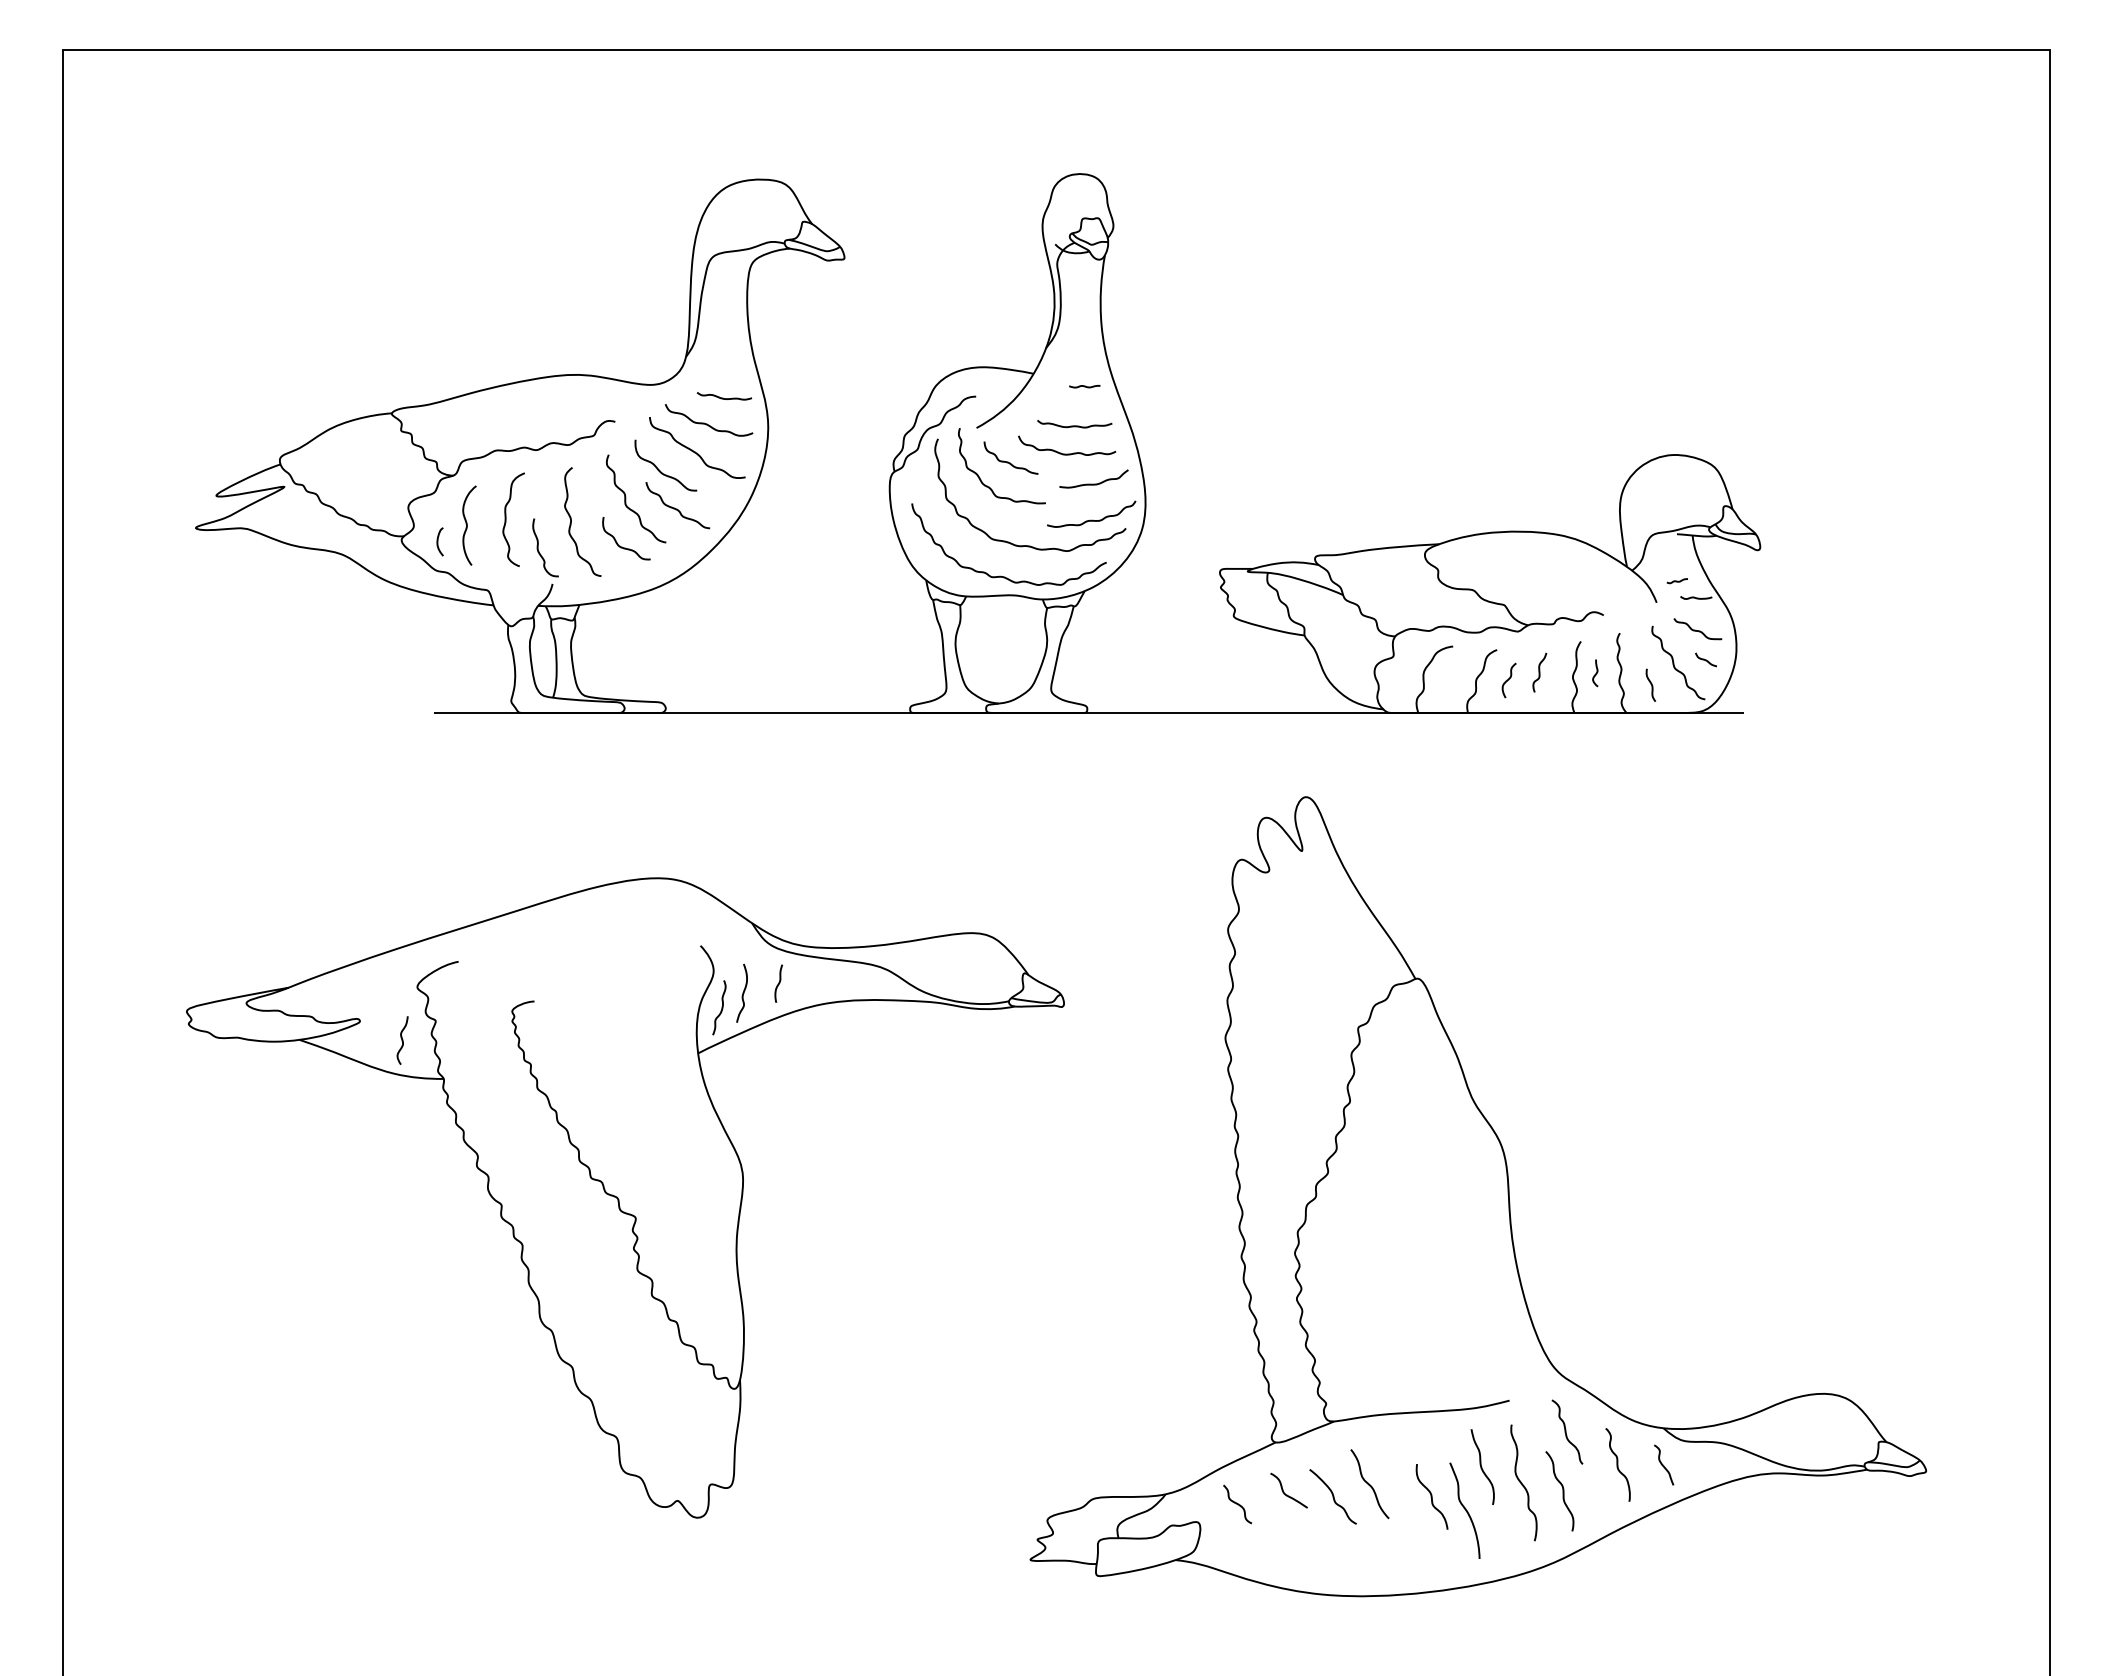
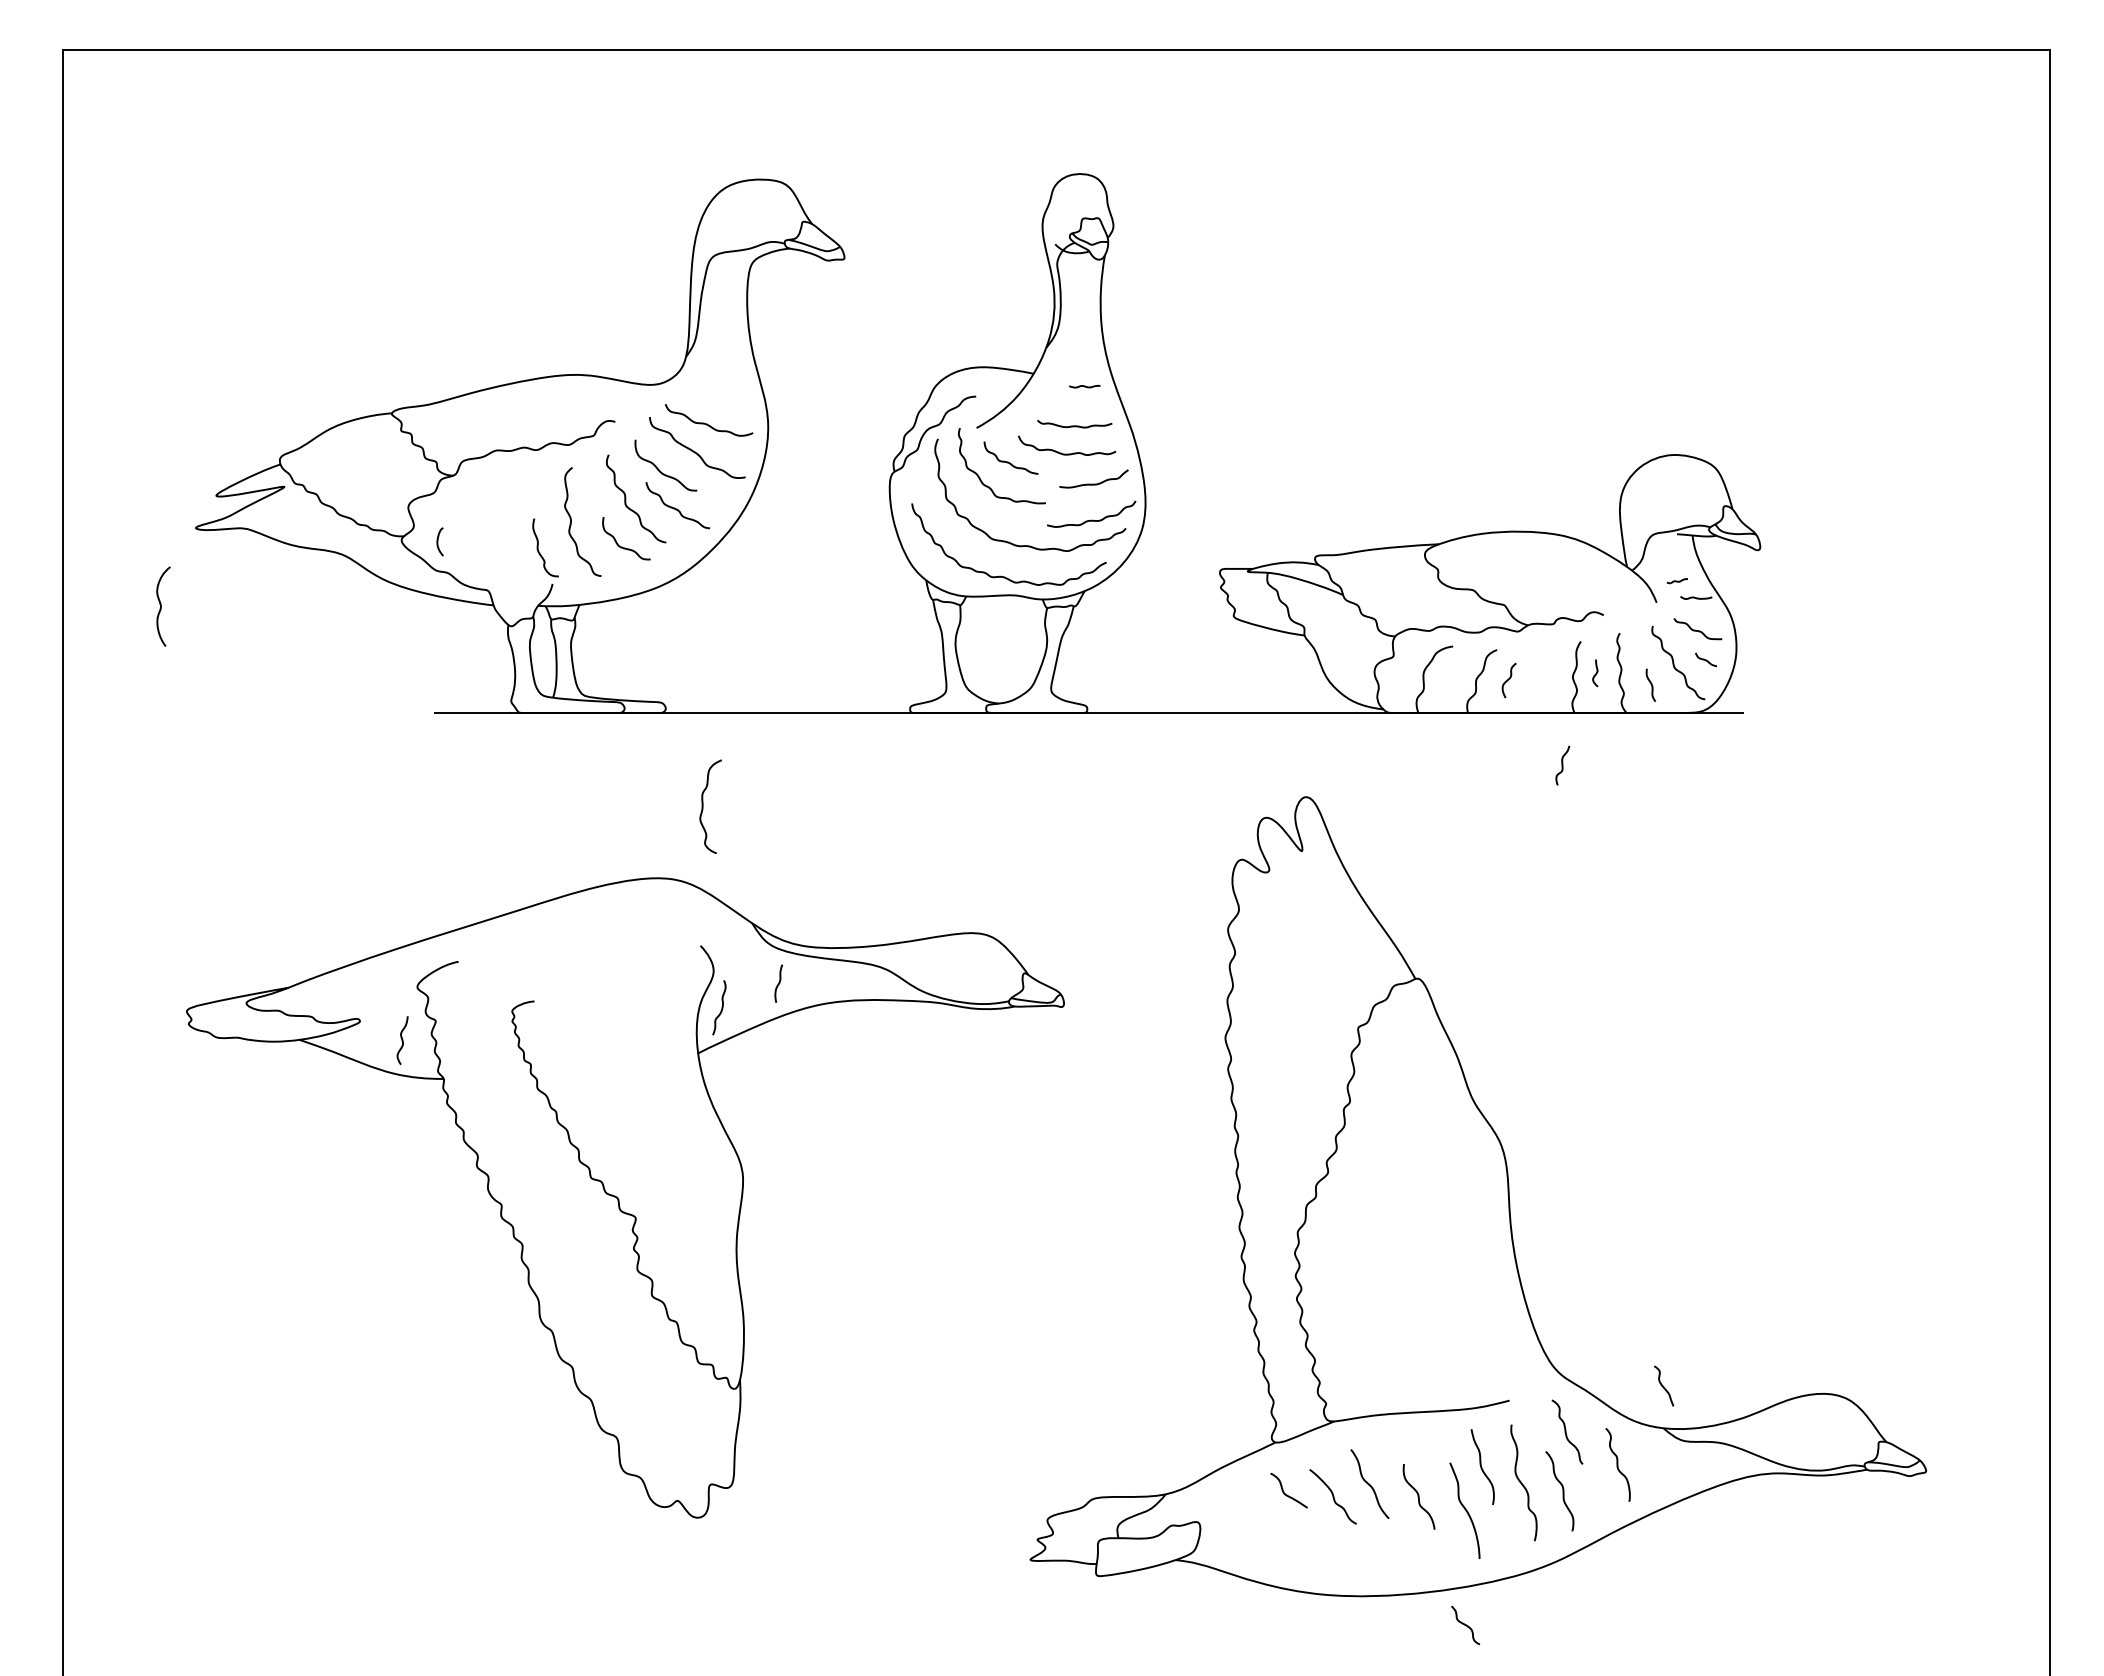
curve at (723, 397): present -> none
curve at (506, 519) position: (506, 519) -> (703, 806)
curve at (467, 525) position: (467, 525) -> (161, 606)
curve at (1539, 672) position: (1539, 672) -> (1562, 765)
curve at (742, 992): present -> none
curve at (1663, 1464) position: (1663, 1464) -> (1663, 1385)
curve at (1431, 1496) position: (1431, 1496) -> (1418, 1496)
curve at (1237, 1504) position: (1237, 1504) -> (1465, 1625)
